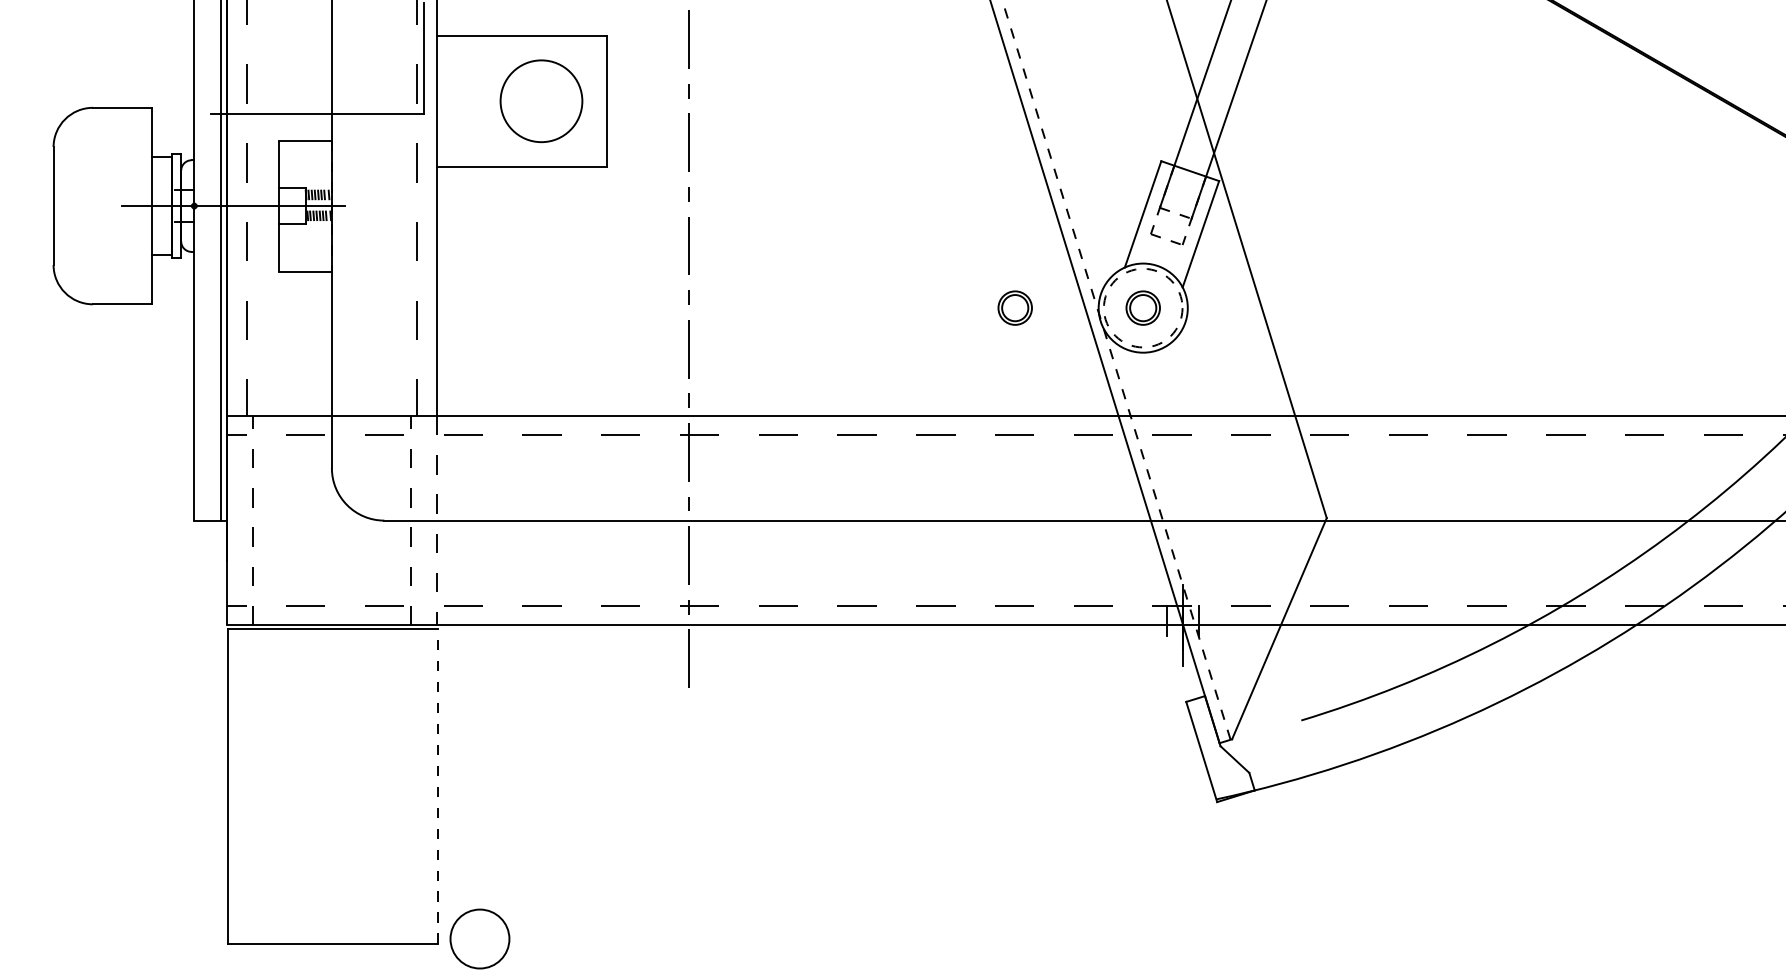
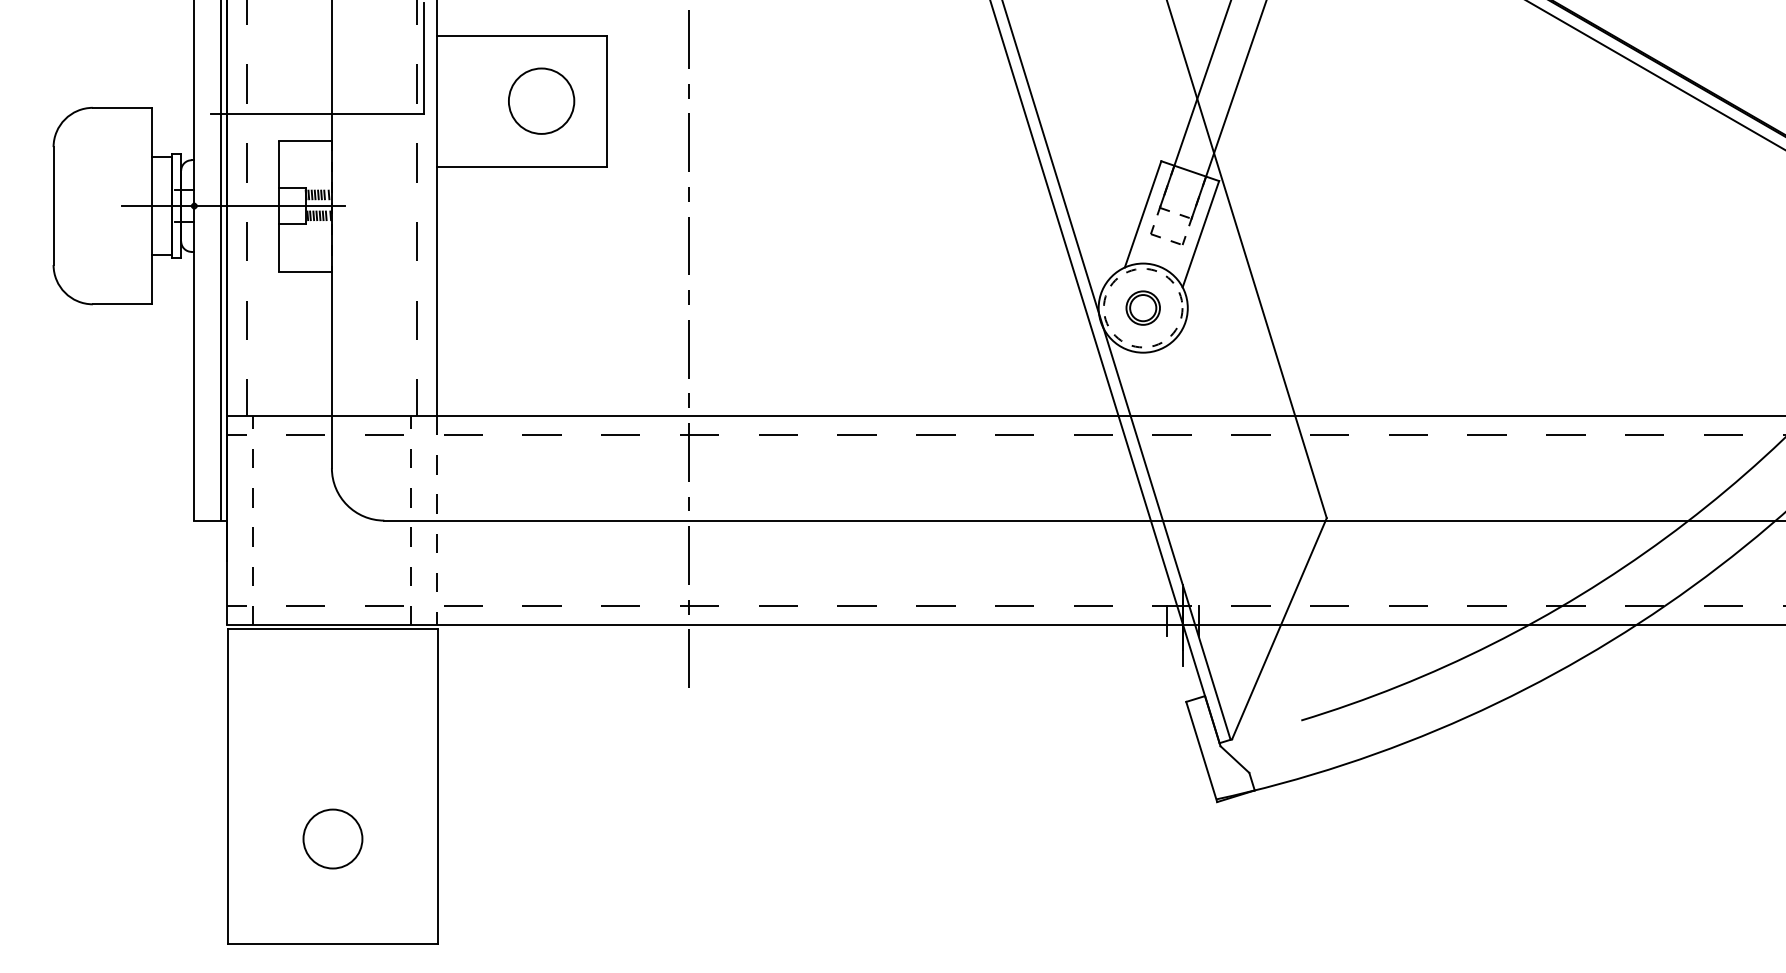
line at (1655, 75): none -> present
circle at (541, 101) size: 85x85 px -> 68x68 px
part at (1014, 307): present -> none
line at (1116, 370): dashed -> solid
line at (437, 786): dashed -> solid
circle at (479, 938) position: (479, 938) -> (332, 838)
